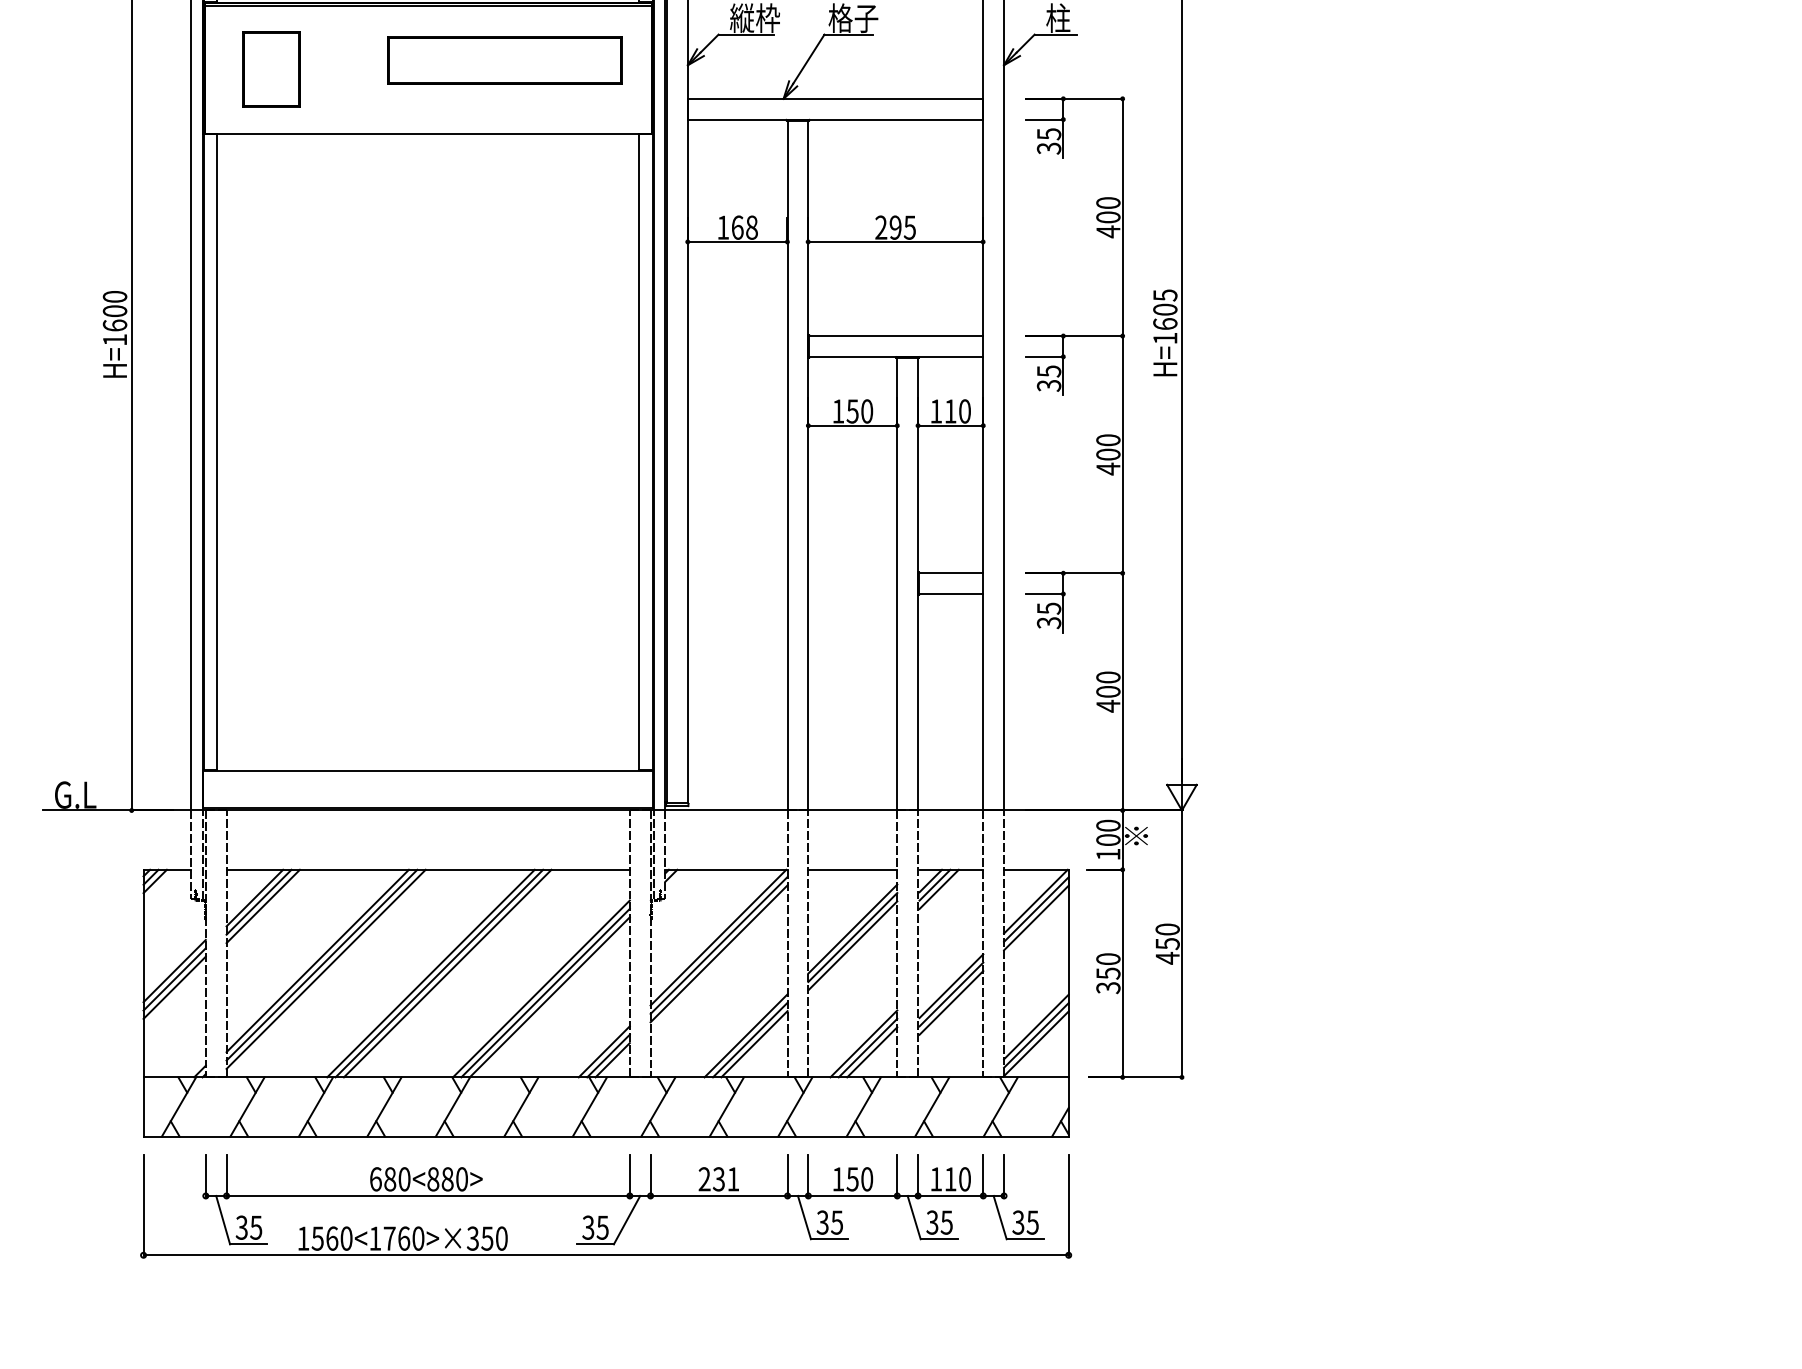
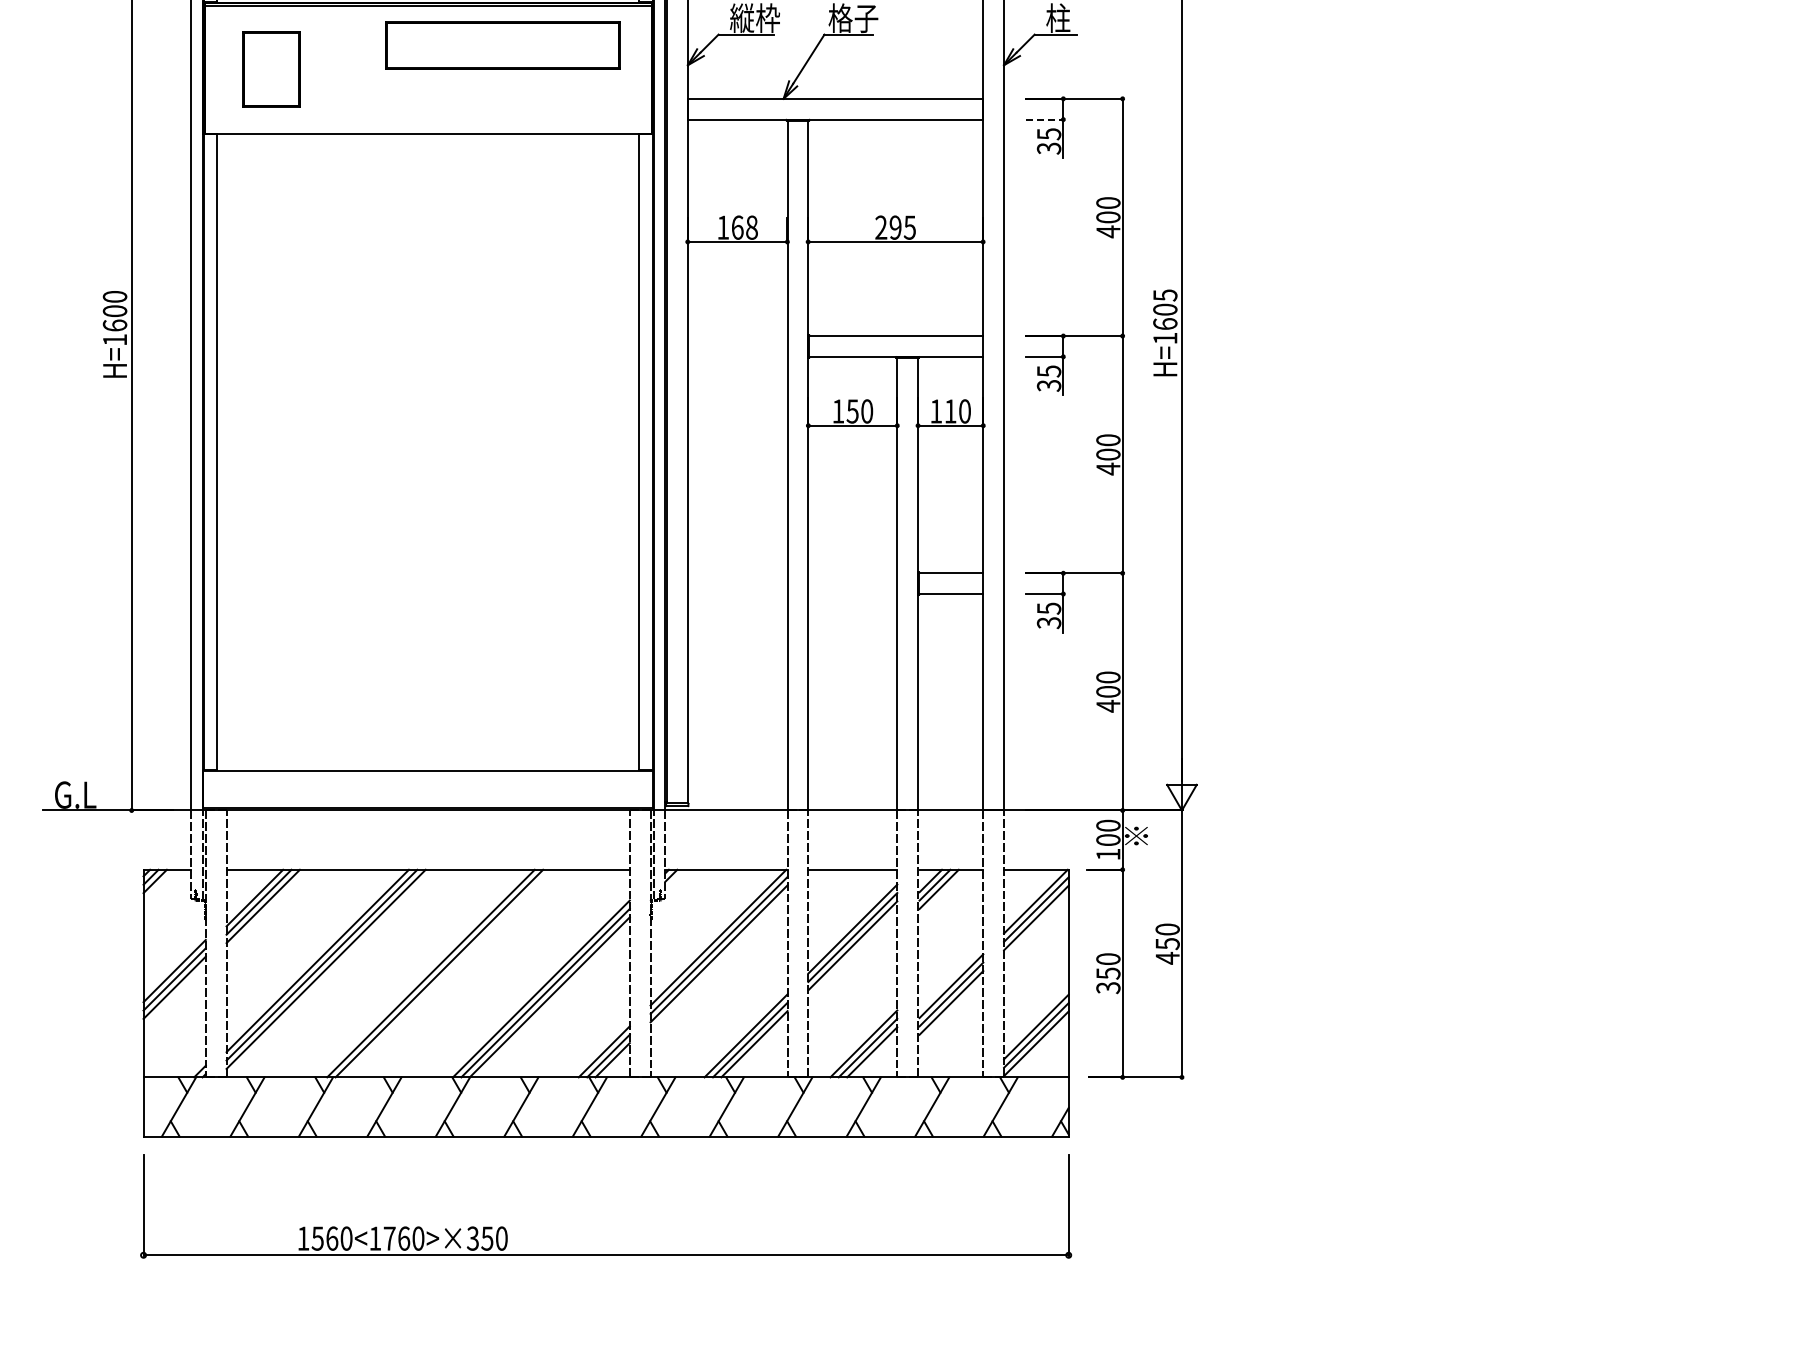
part at (504, 60) position: (504, 60) -> (502, 45)
line at (1045, 119): solid -> dashed
line at (447, 973): present -> none
part at (623, 1199): present -> none
